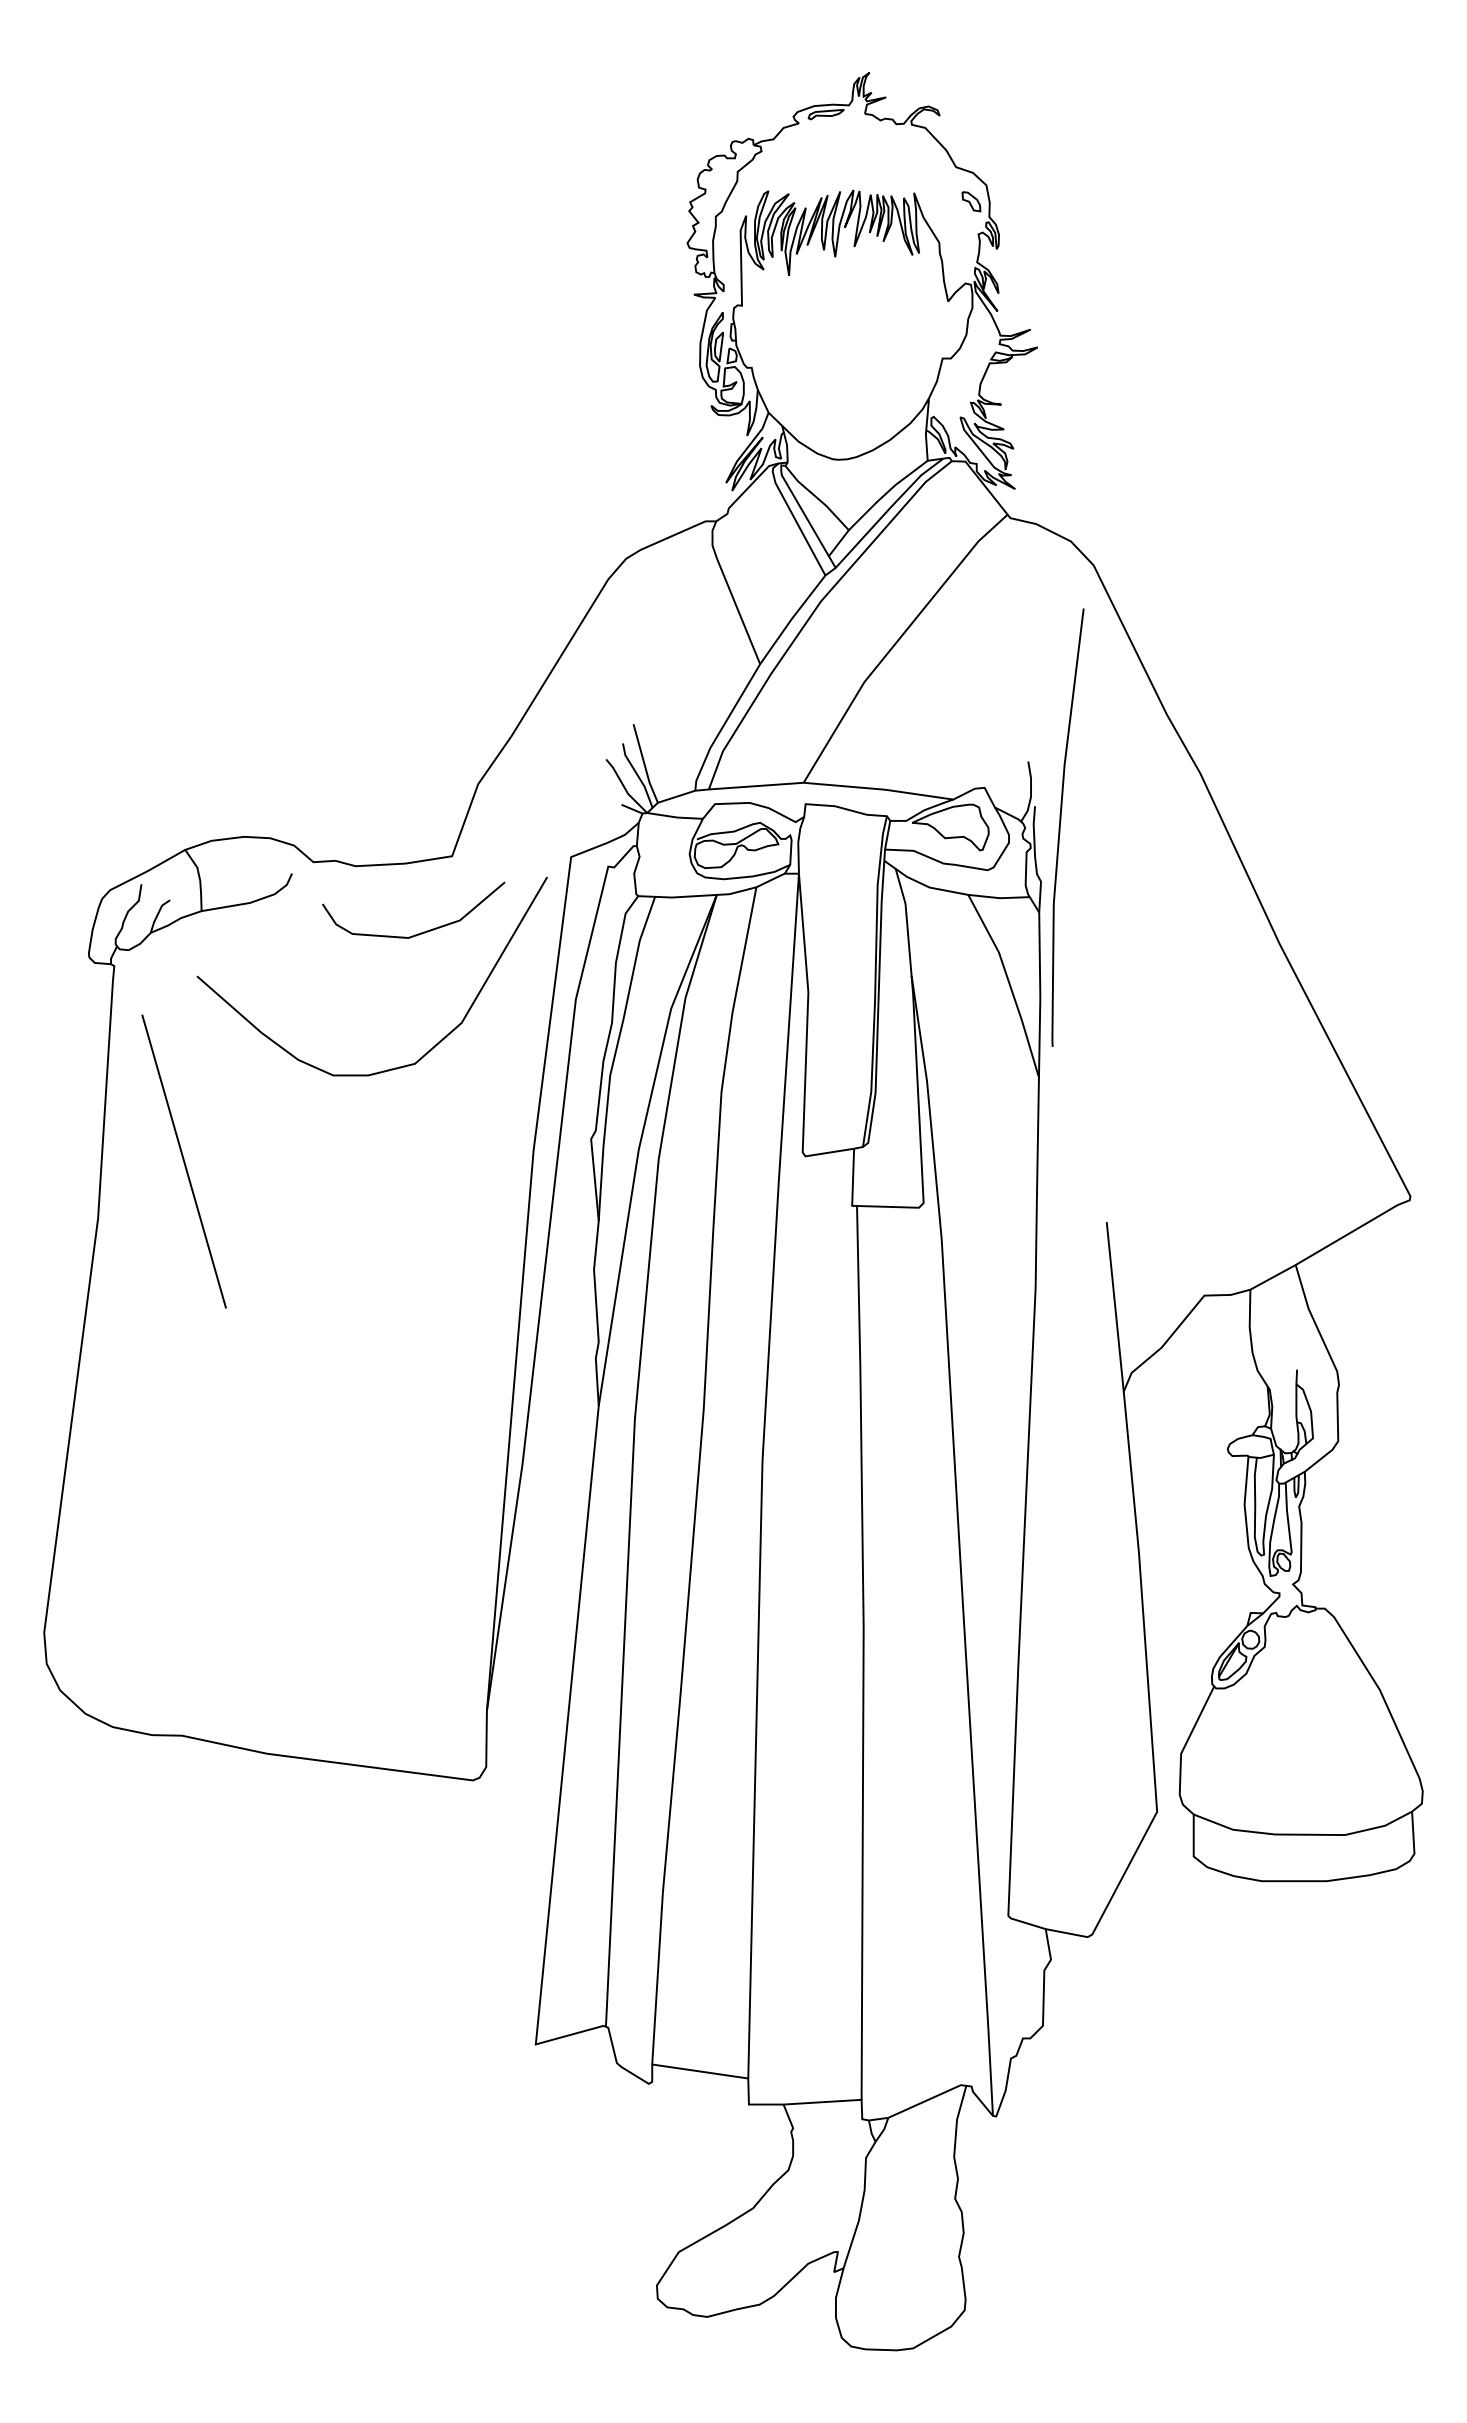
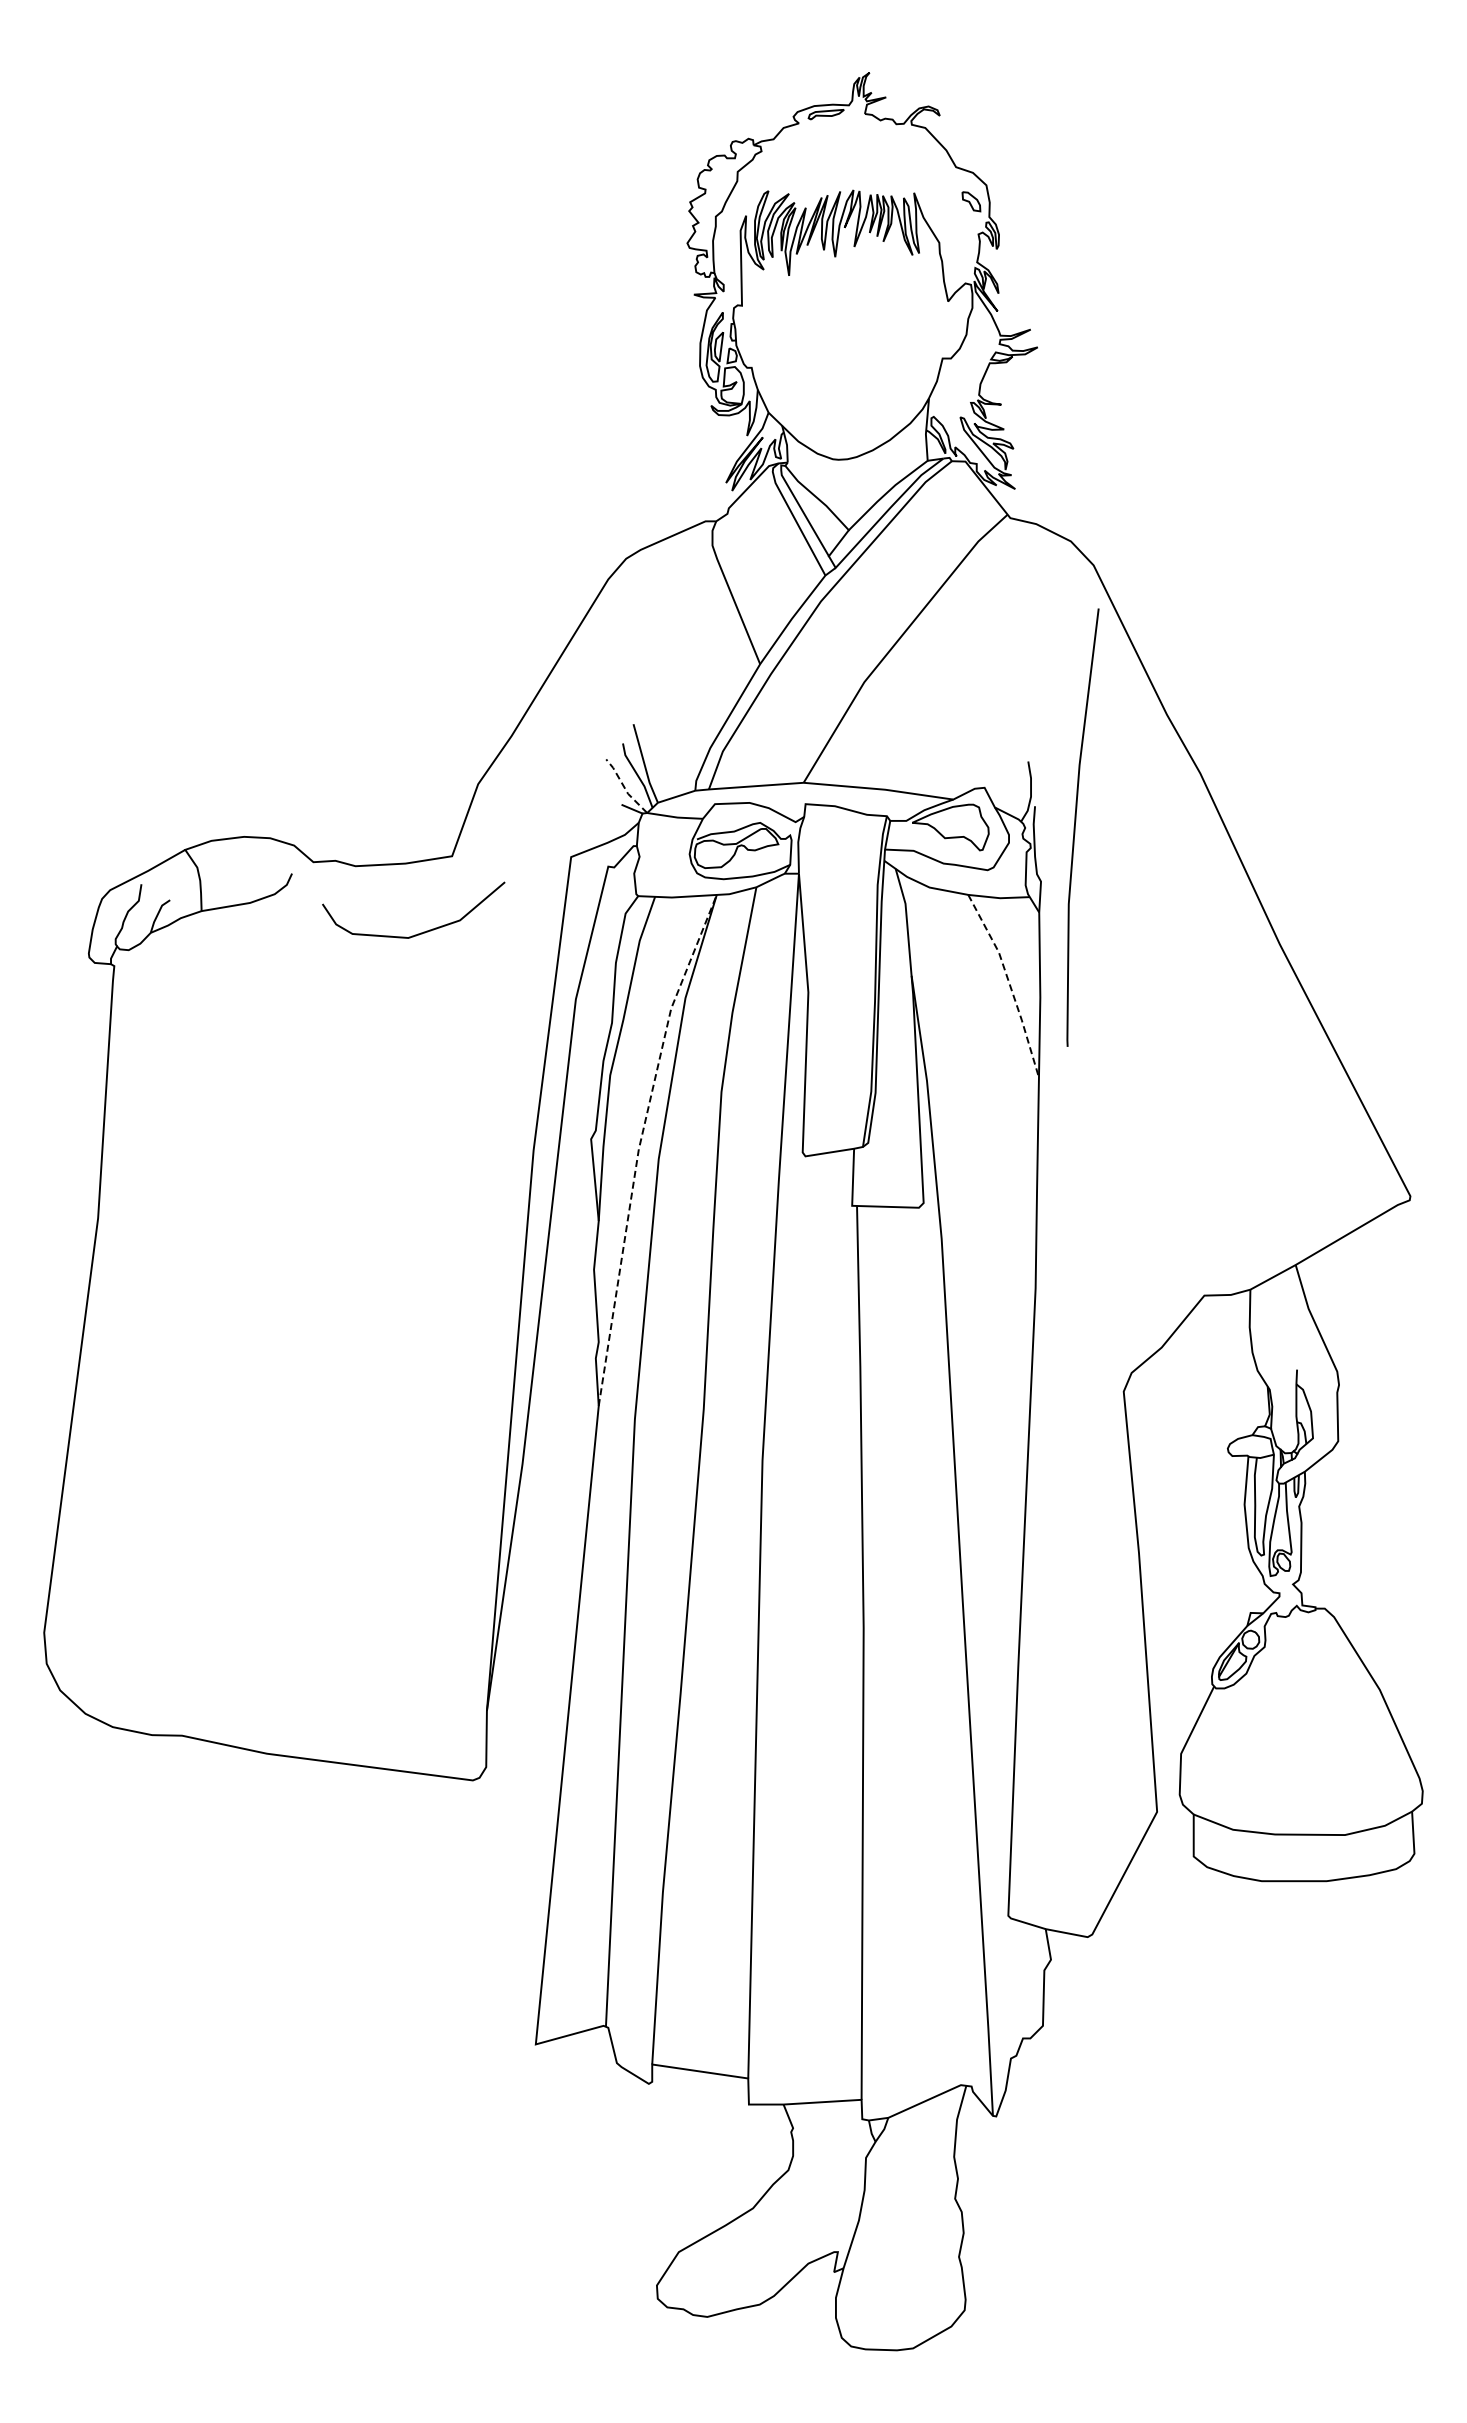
line at (624, 788): solid -> dashed
line at (1060, 827) position: (1060, 827) -> (1075, 827)
line at (1009, 984): solid -> dashed
curve at (429, 1049): present -> none
line at (639, 1145): solid -> dashed
line at (183, 1161): present -> none
line at (1114, 1307): present -> none
